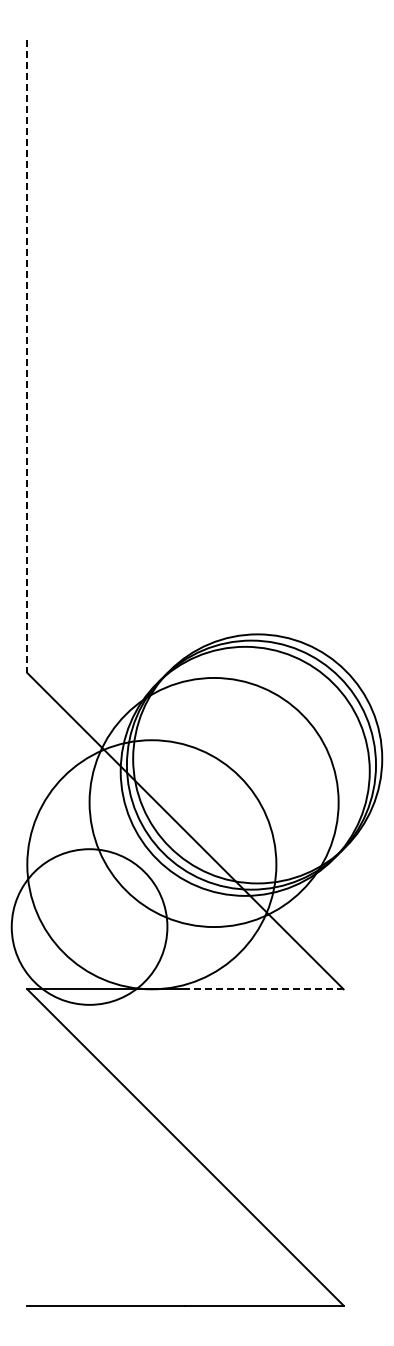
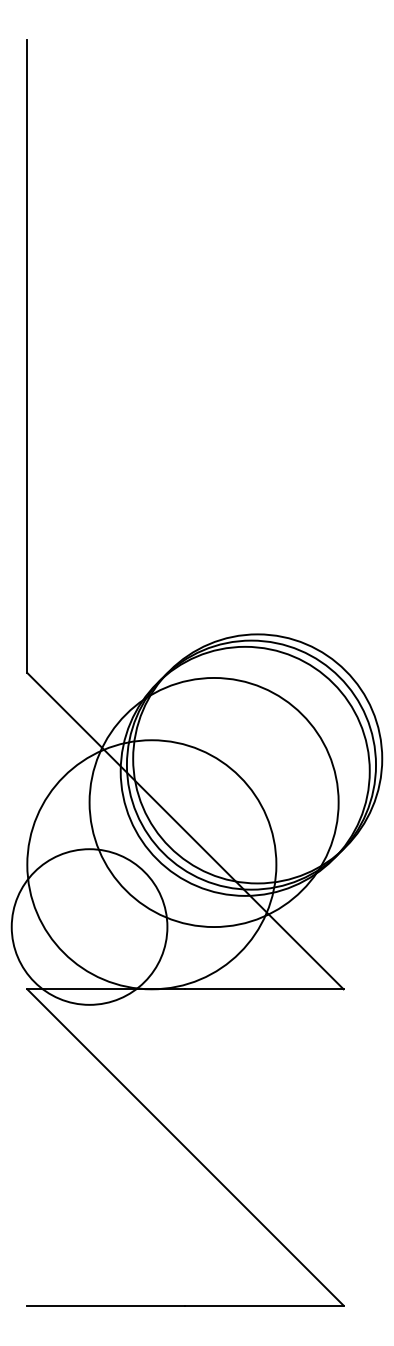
line at (27, 357): dashed -> solid
line at (264, 989): dashed -> solid
